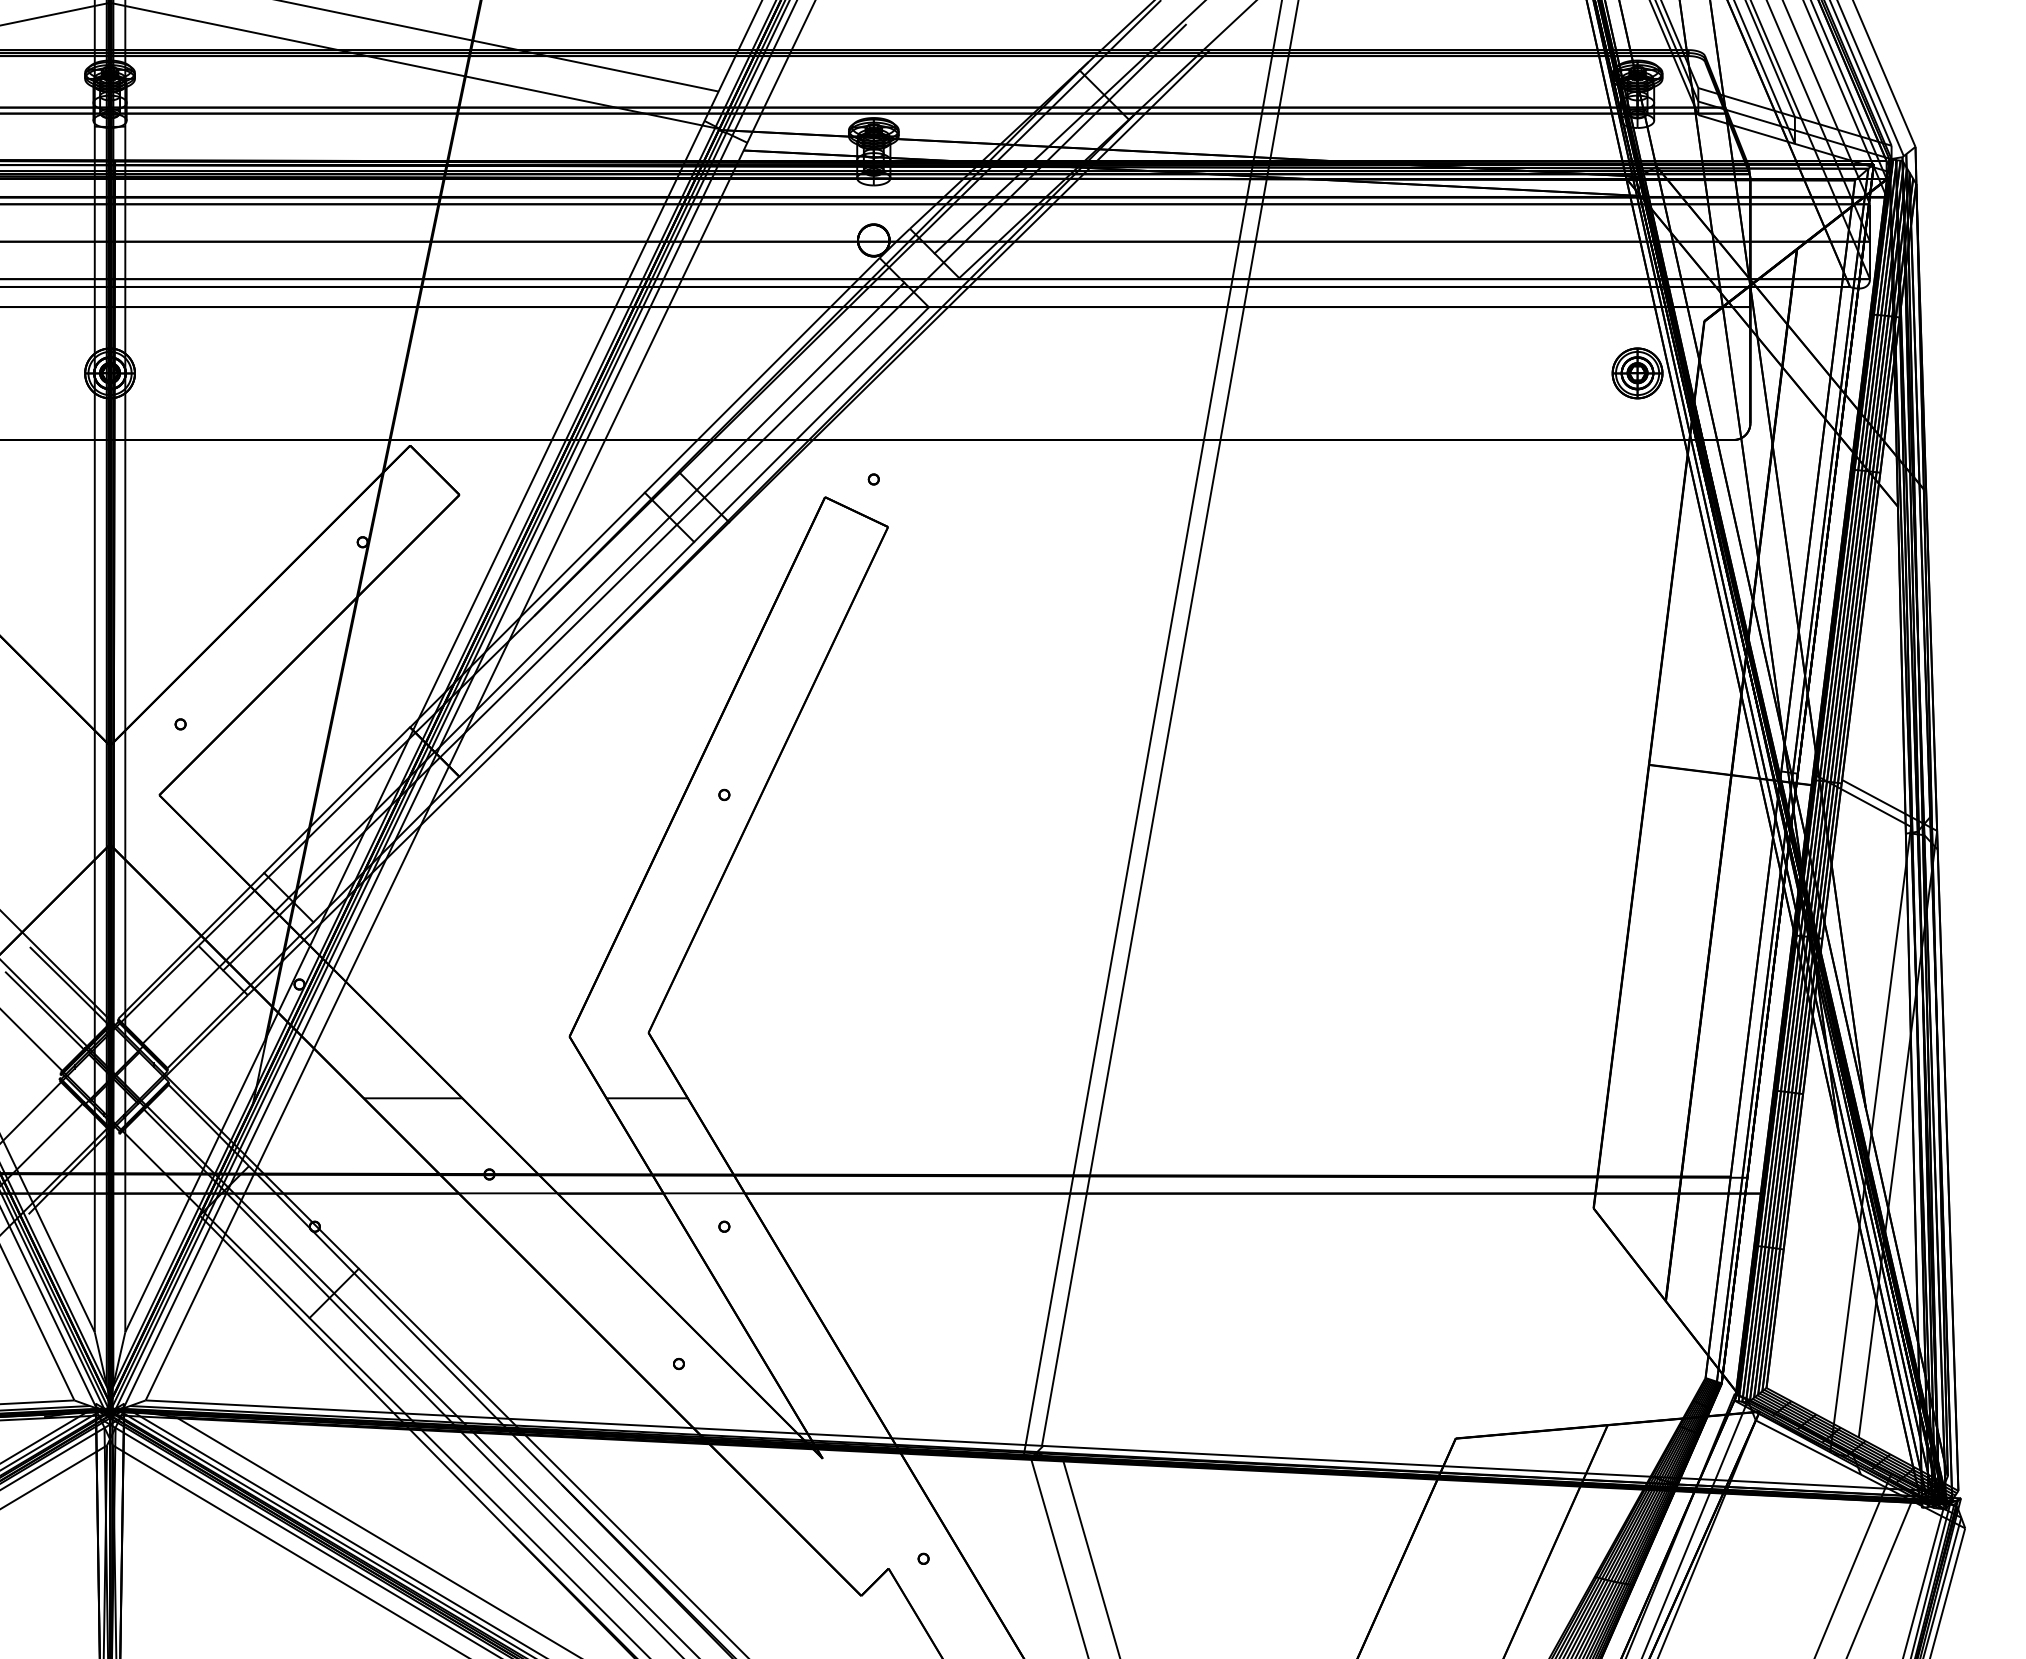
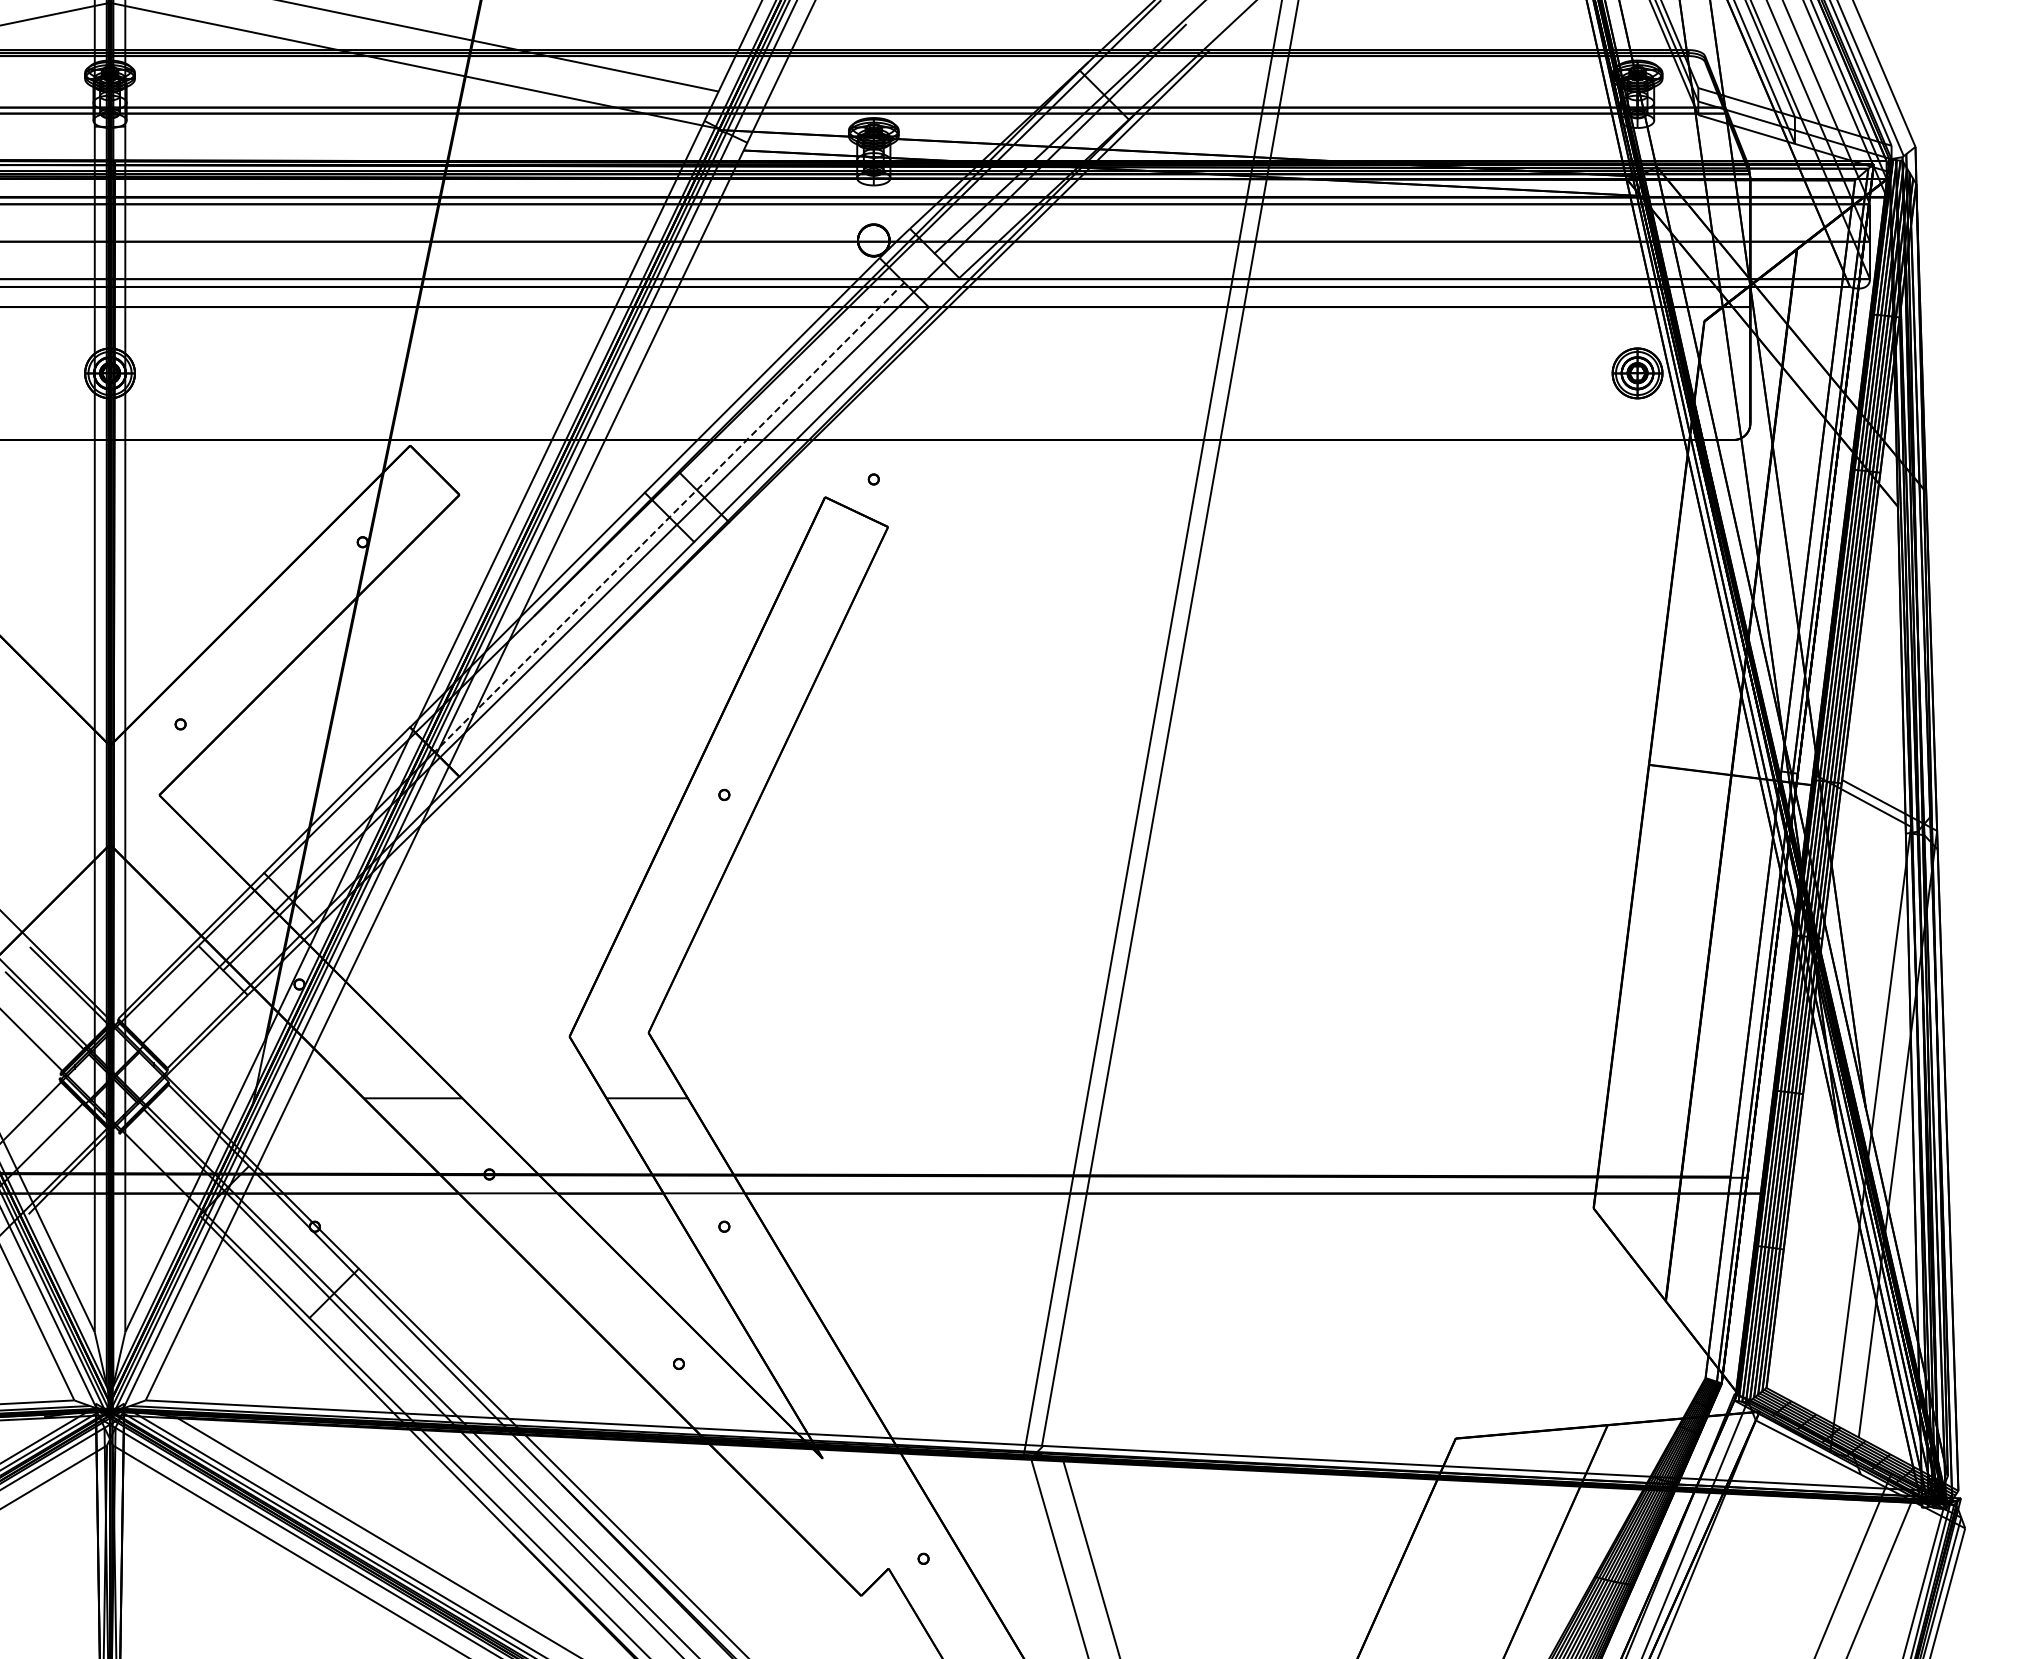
line at (669, 517): solid -> dashed
